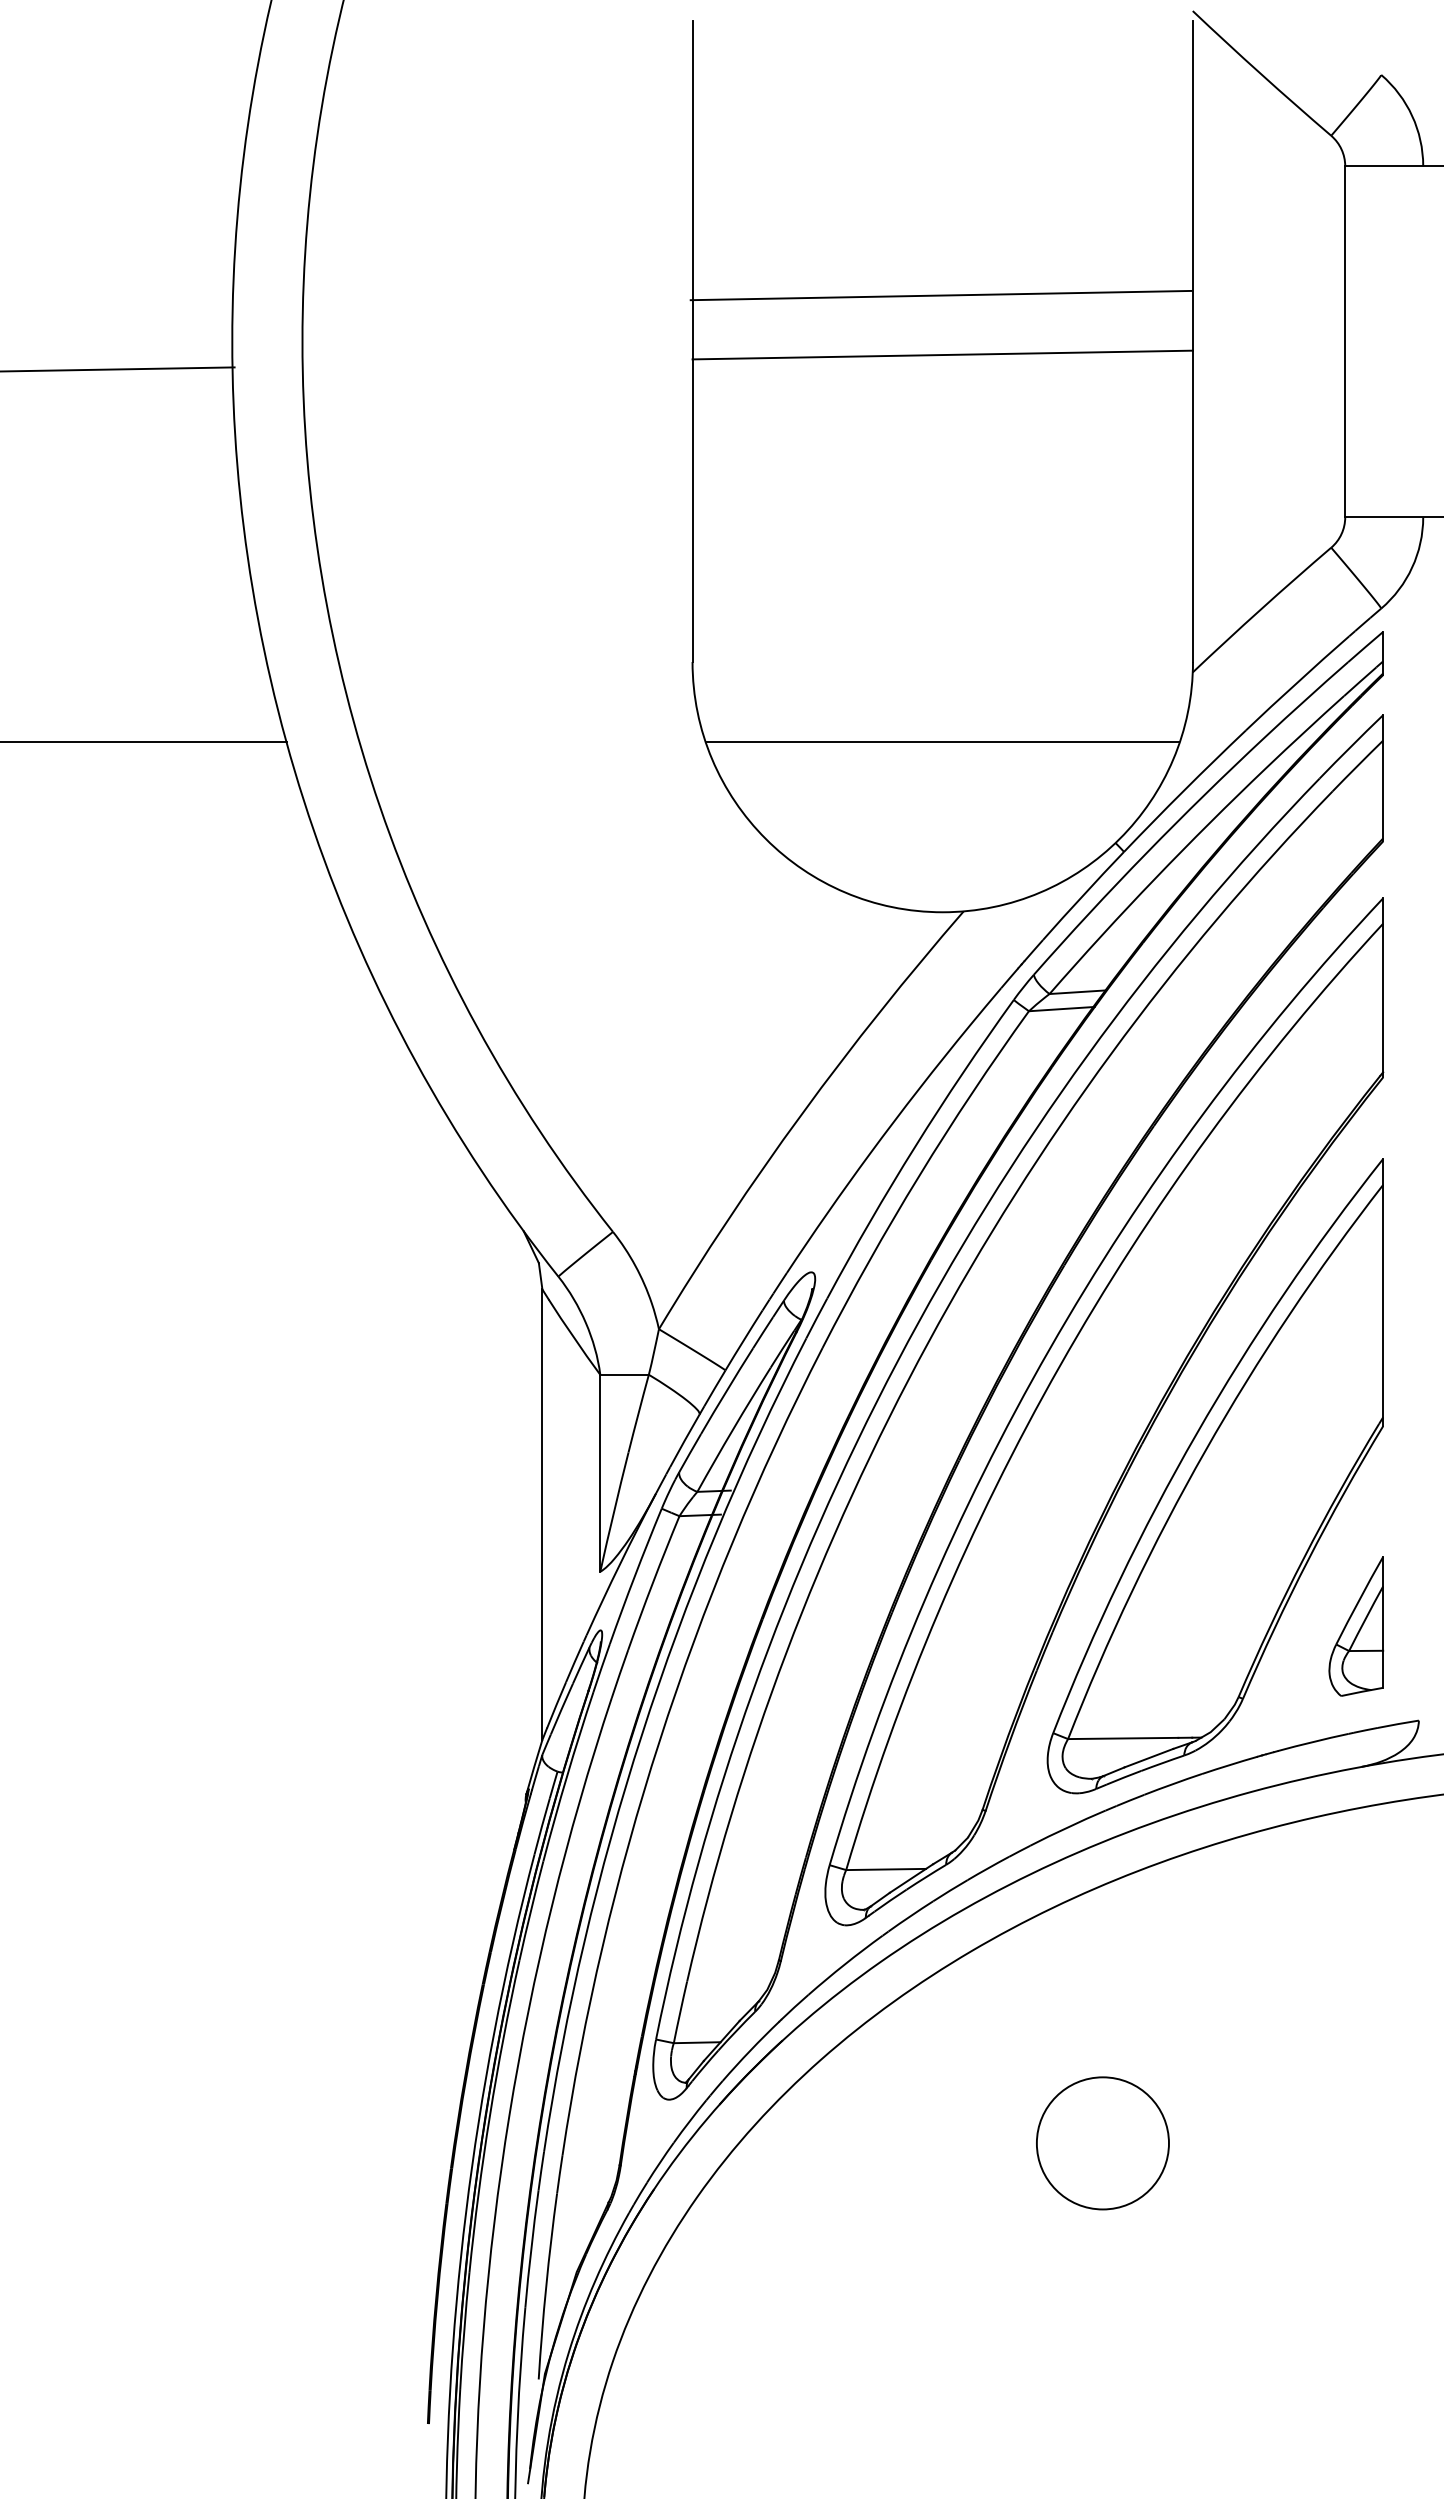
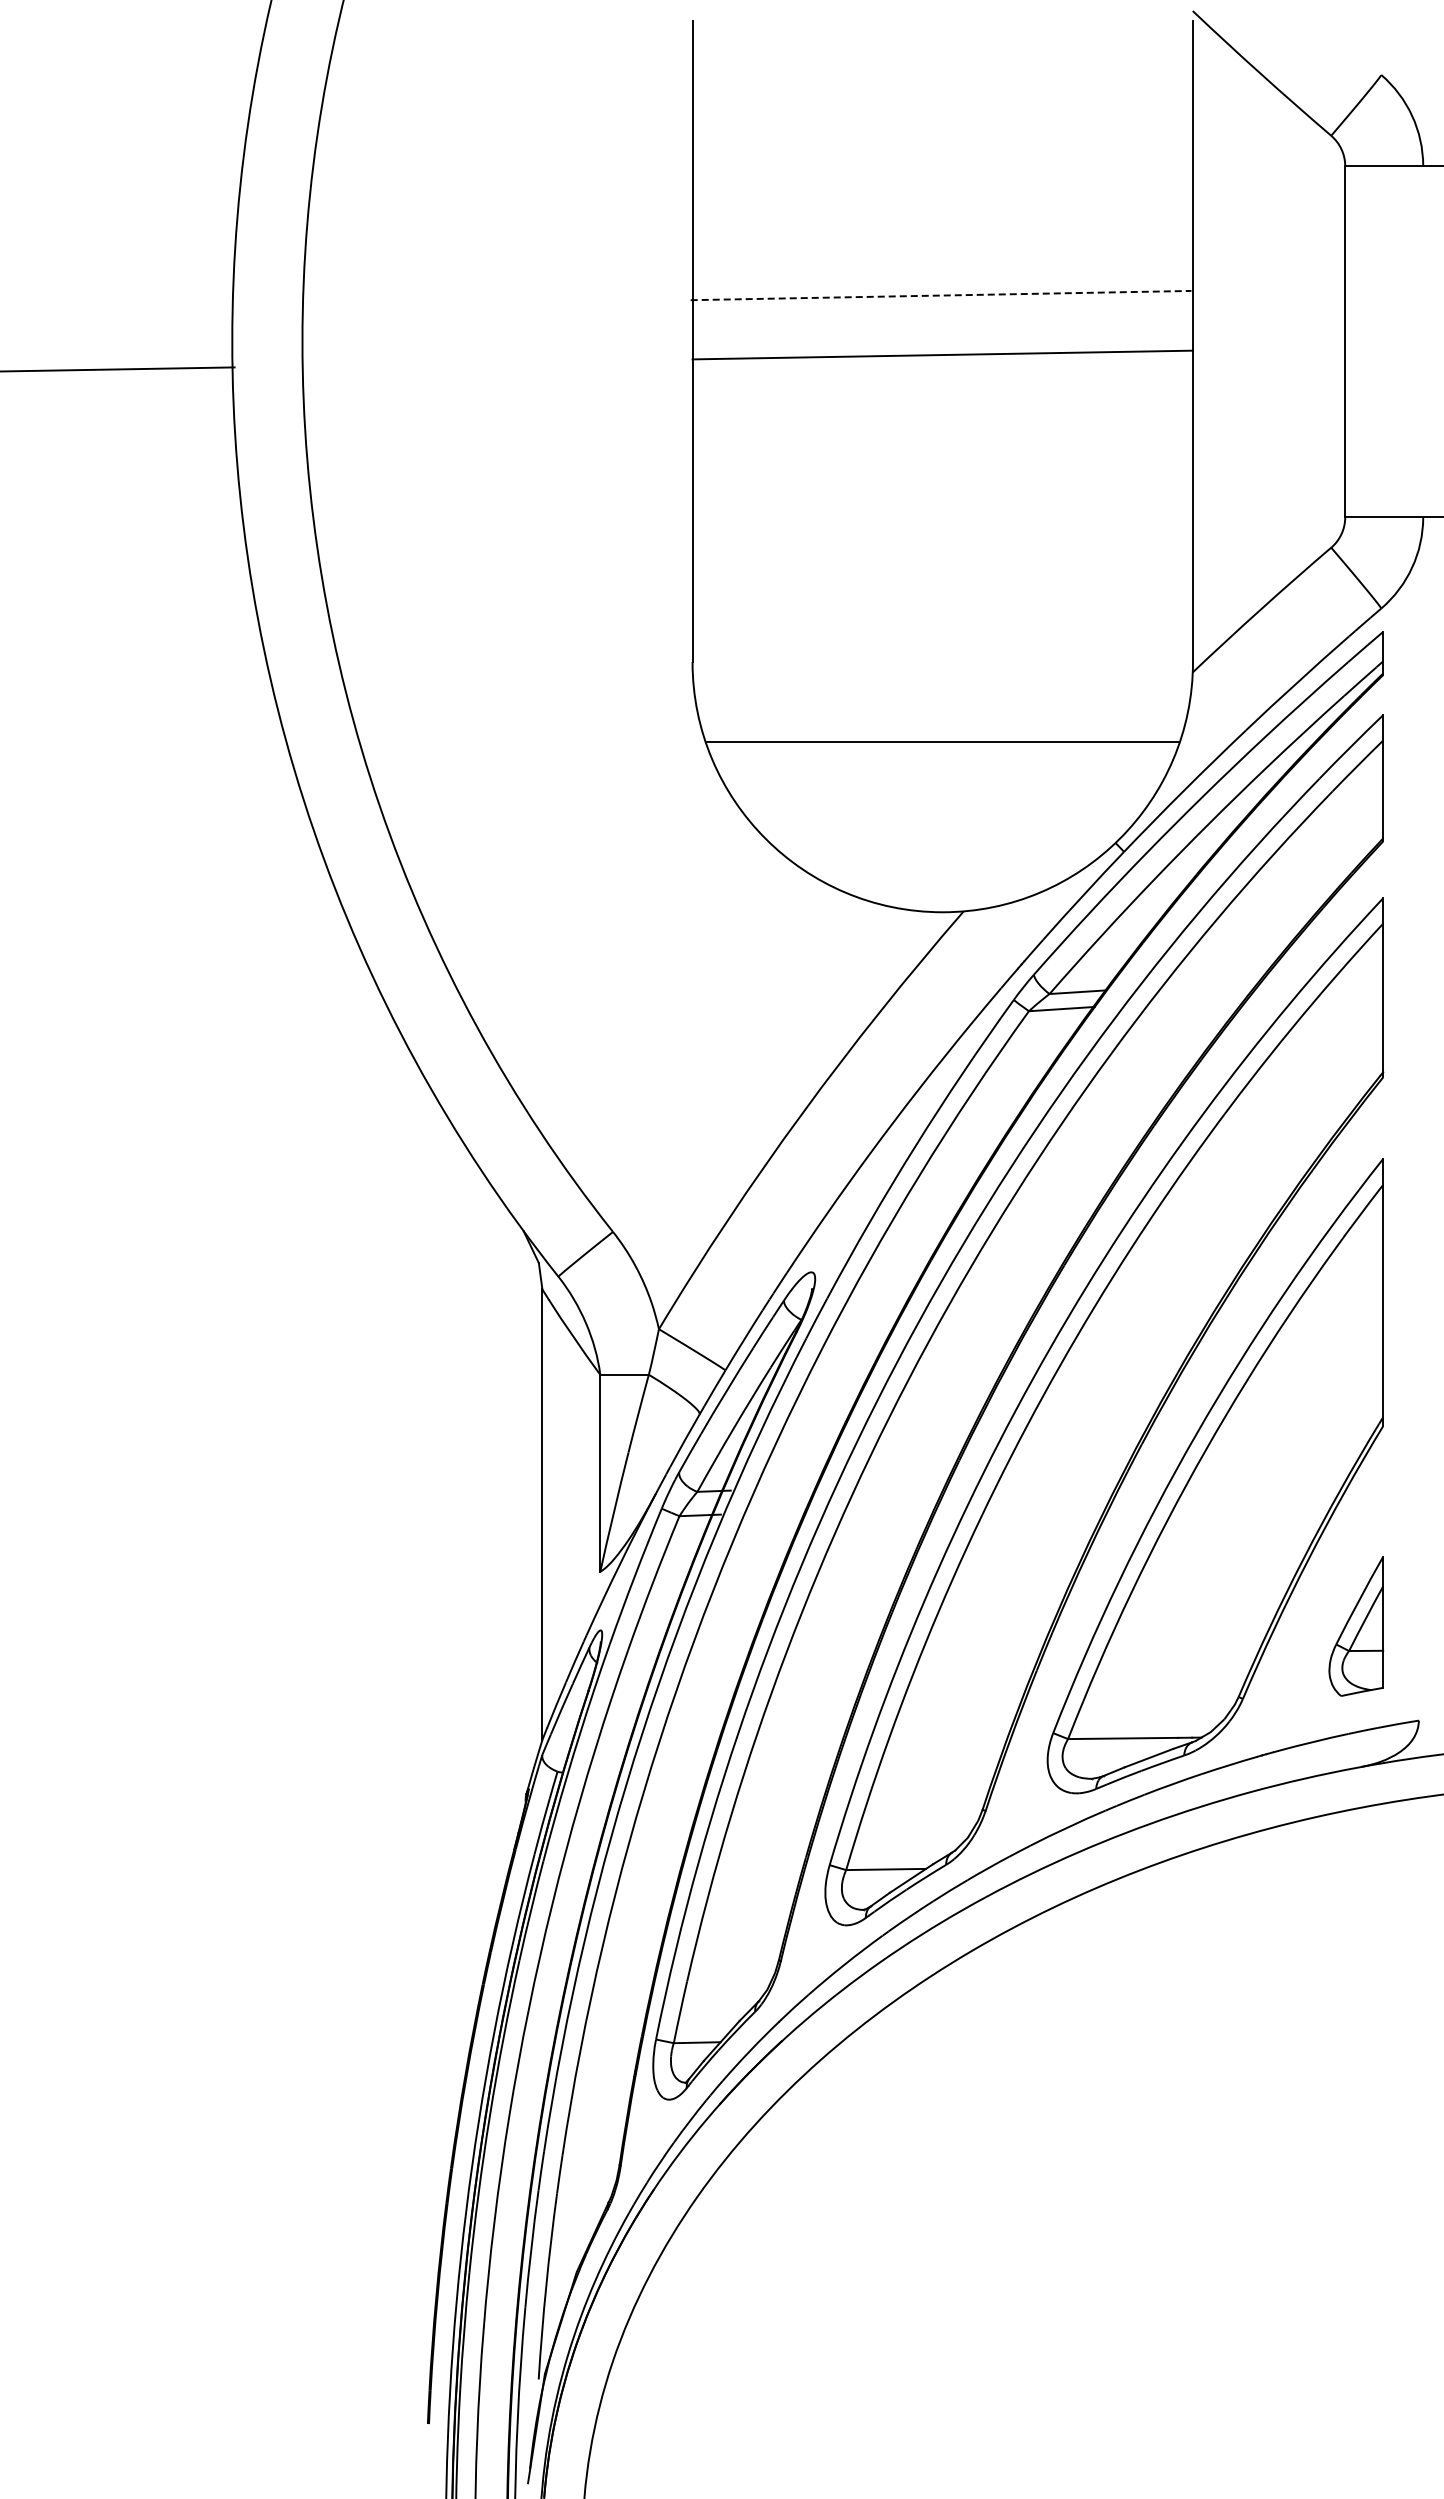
line at (941, 295): solid -> dashed
line at (144, 742): present -> none
circle at (1102, 2143): present -> none
